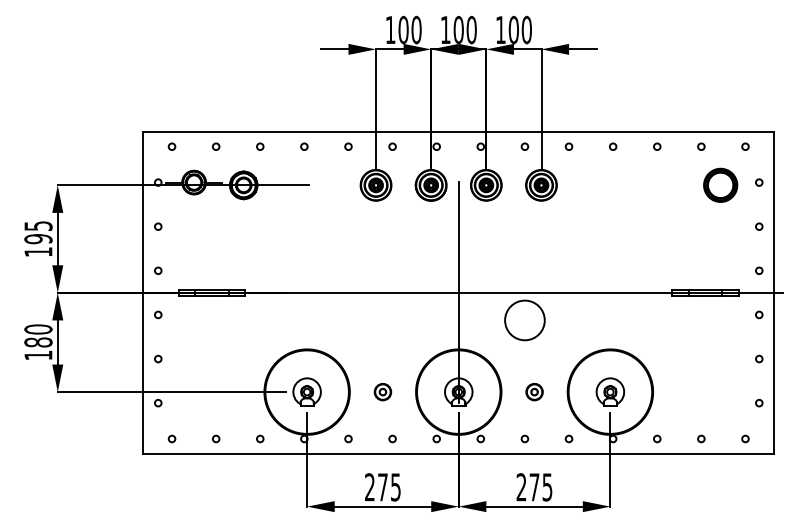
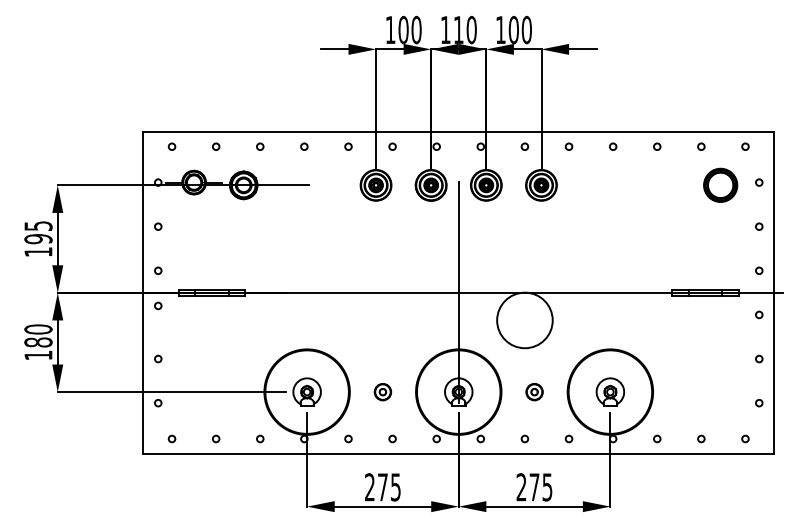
text at (458, 29): 100 -> 110
circle at (158, 314) position: (158, 314) -> (158, 305)
circle at (524, 320) diameter: 40 px -> 56 px
